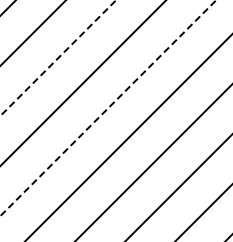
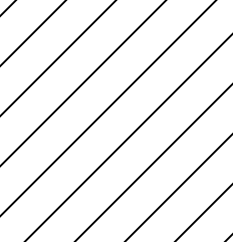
line at (58, 58): dashed -> solid
line at (108, 107): dashed -> solid
